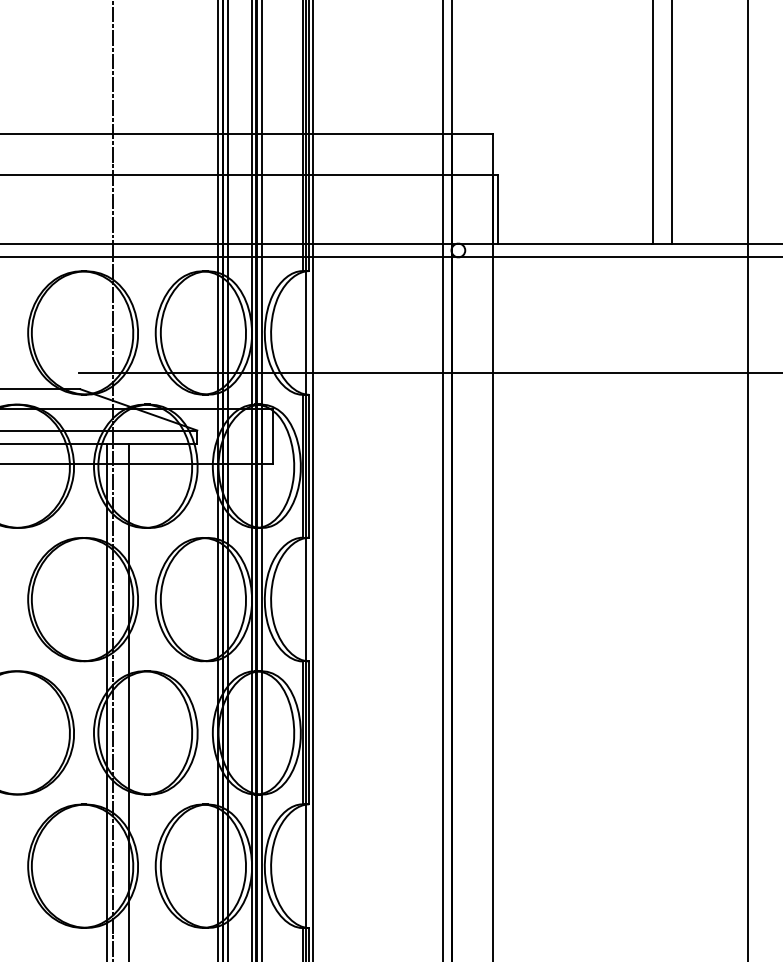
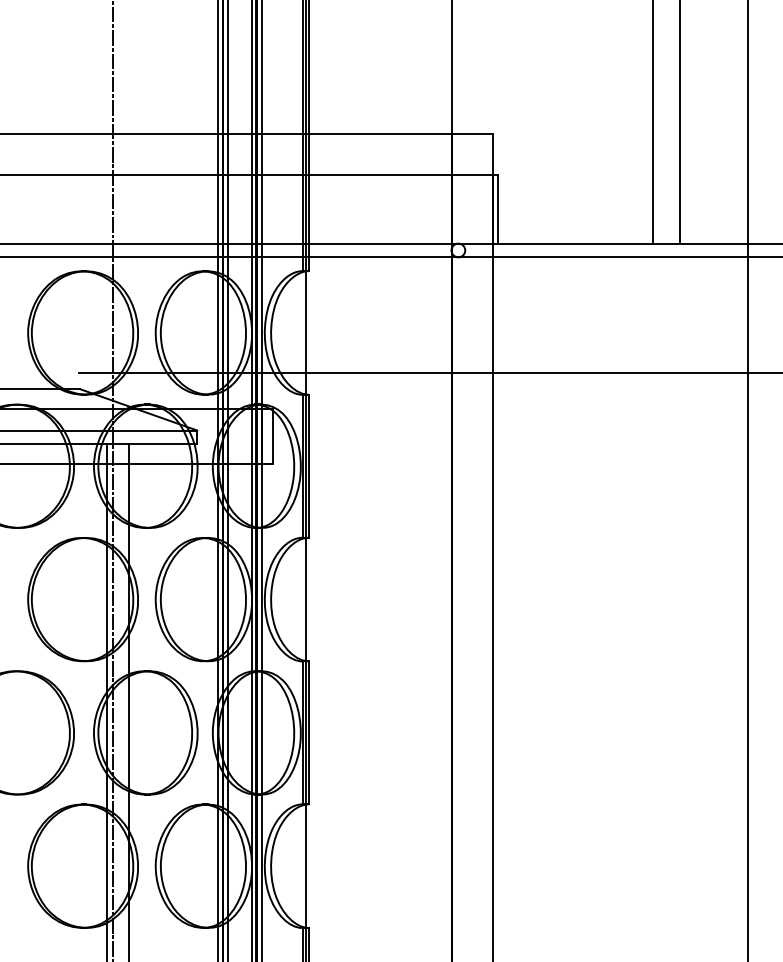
line at (672, 122) position: (672, 122) -> (680, 122)
line at (312, 480): present -> none
line at (443, 480): present -> none
